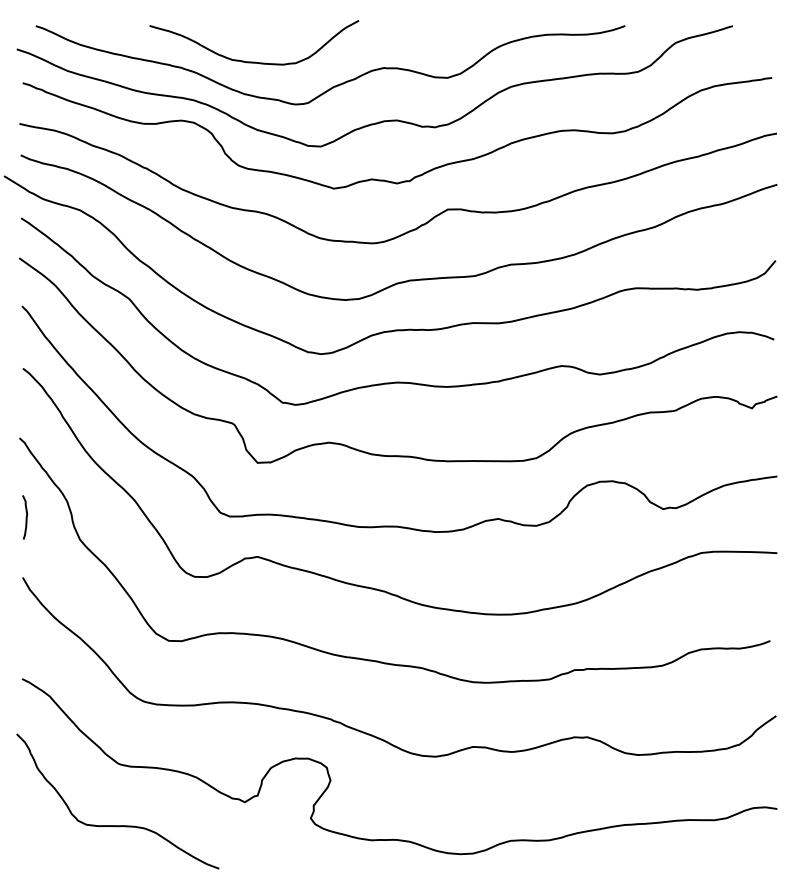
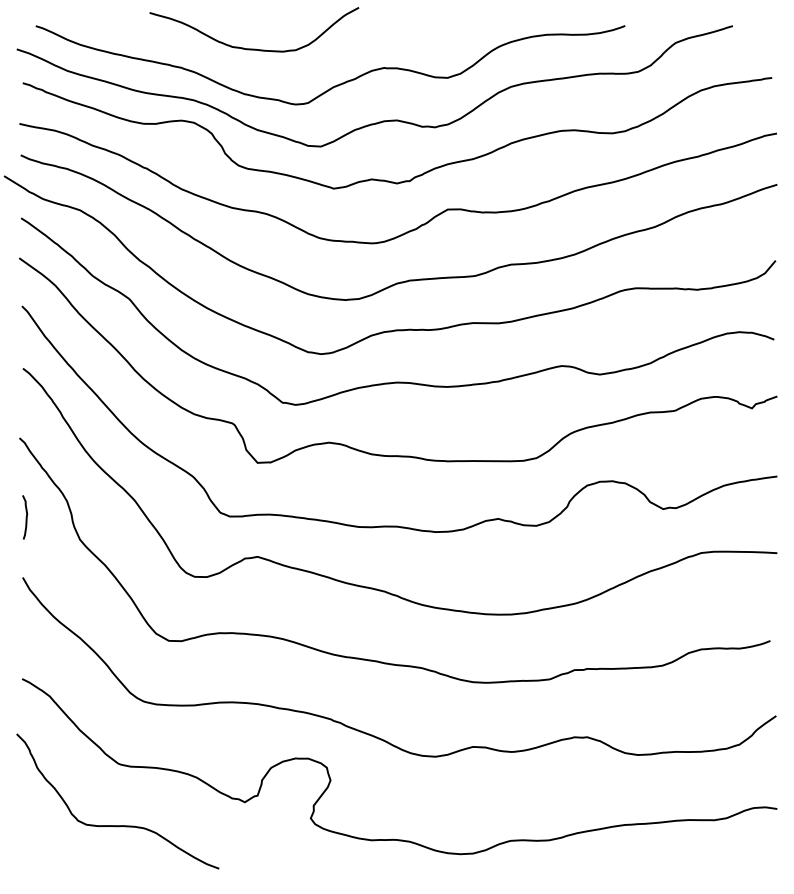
curve at (254, 61) position: (254, 61) -> (254, 48)
